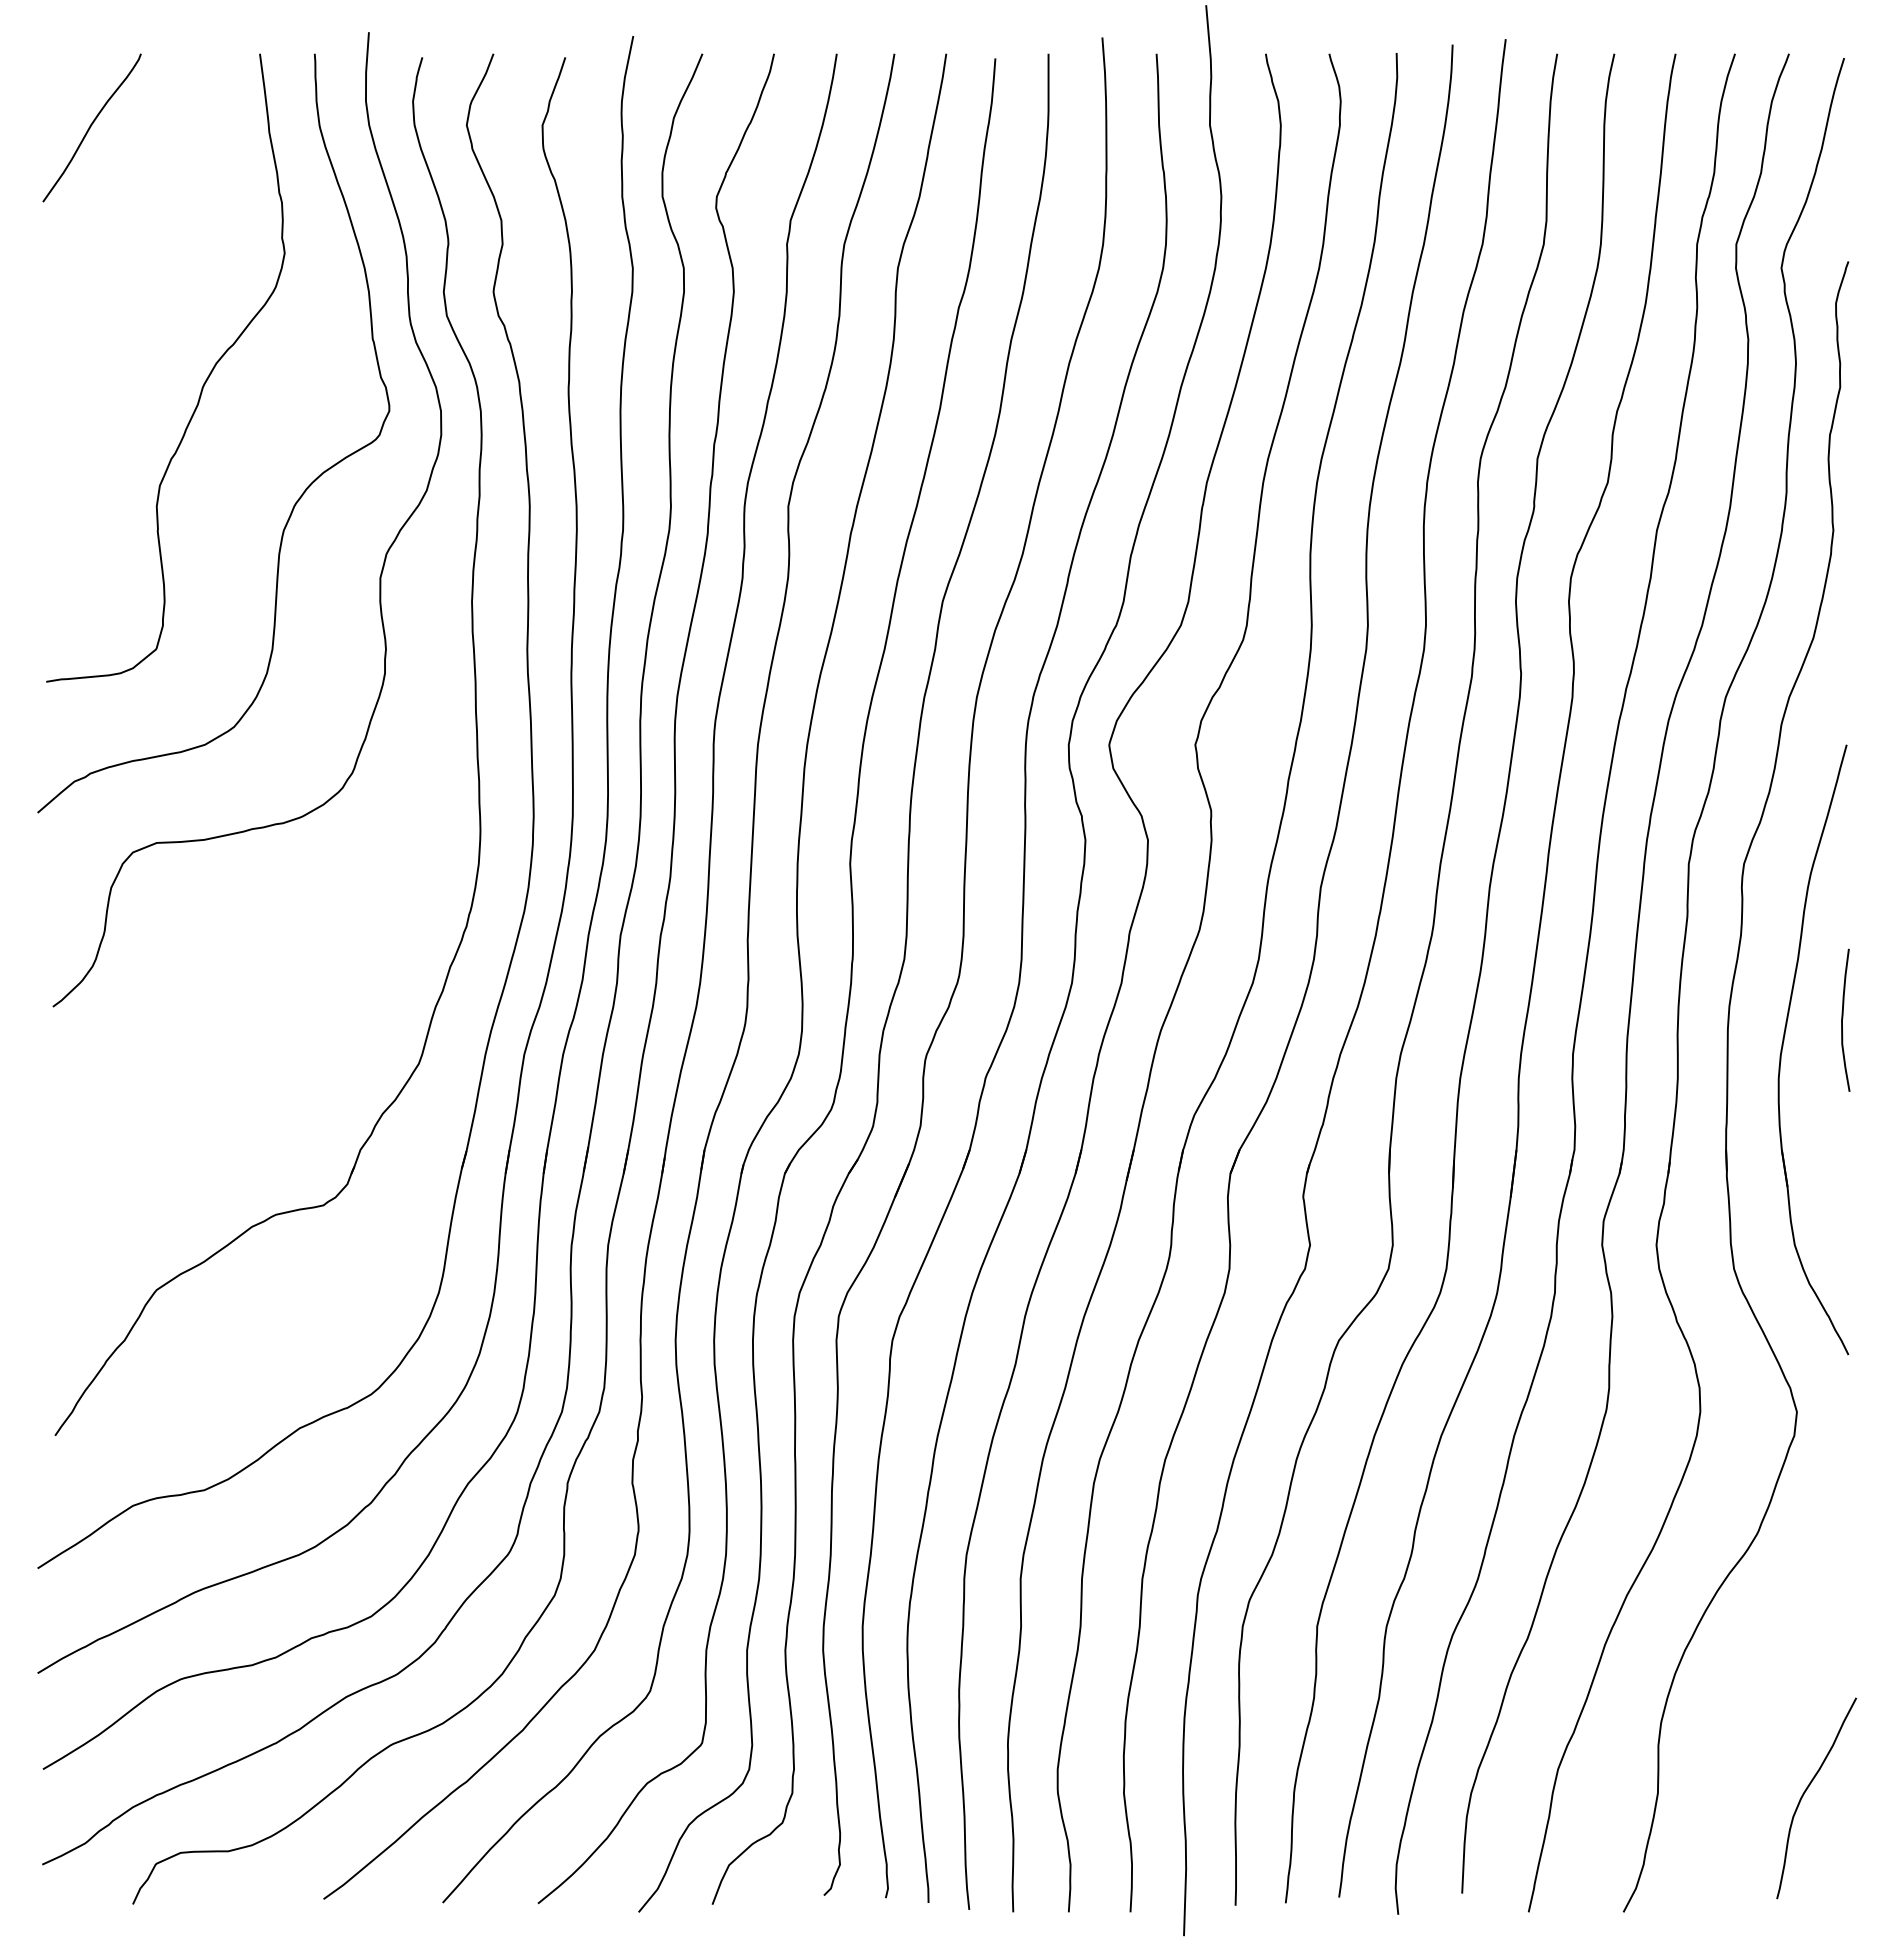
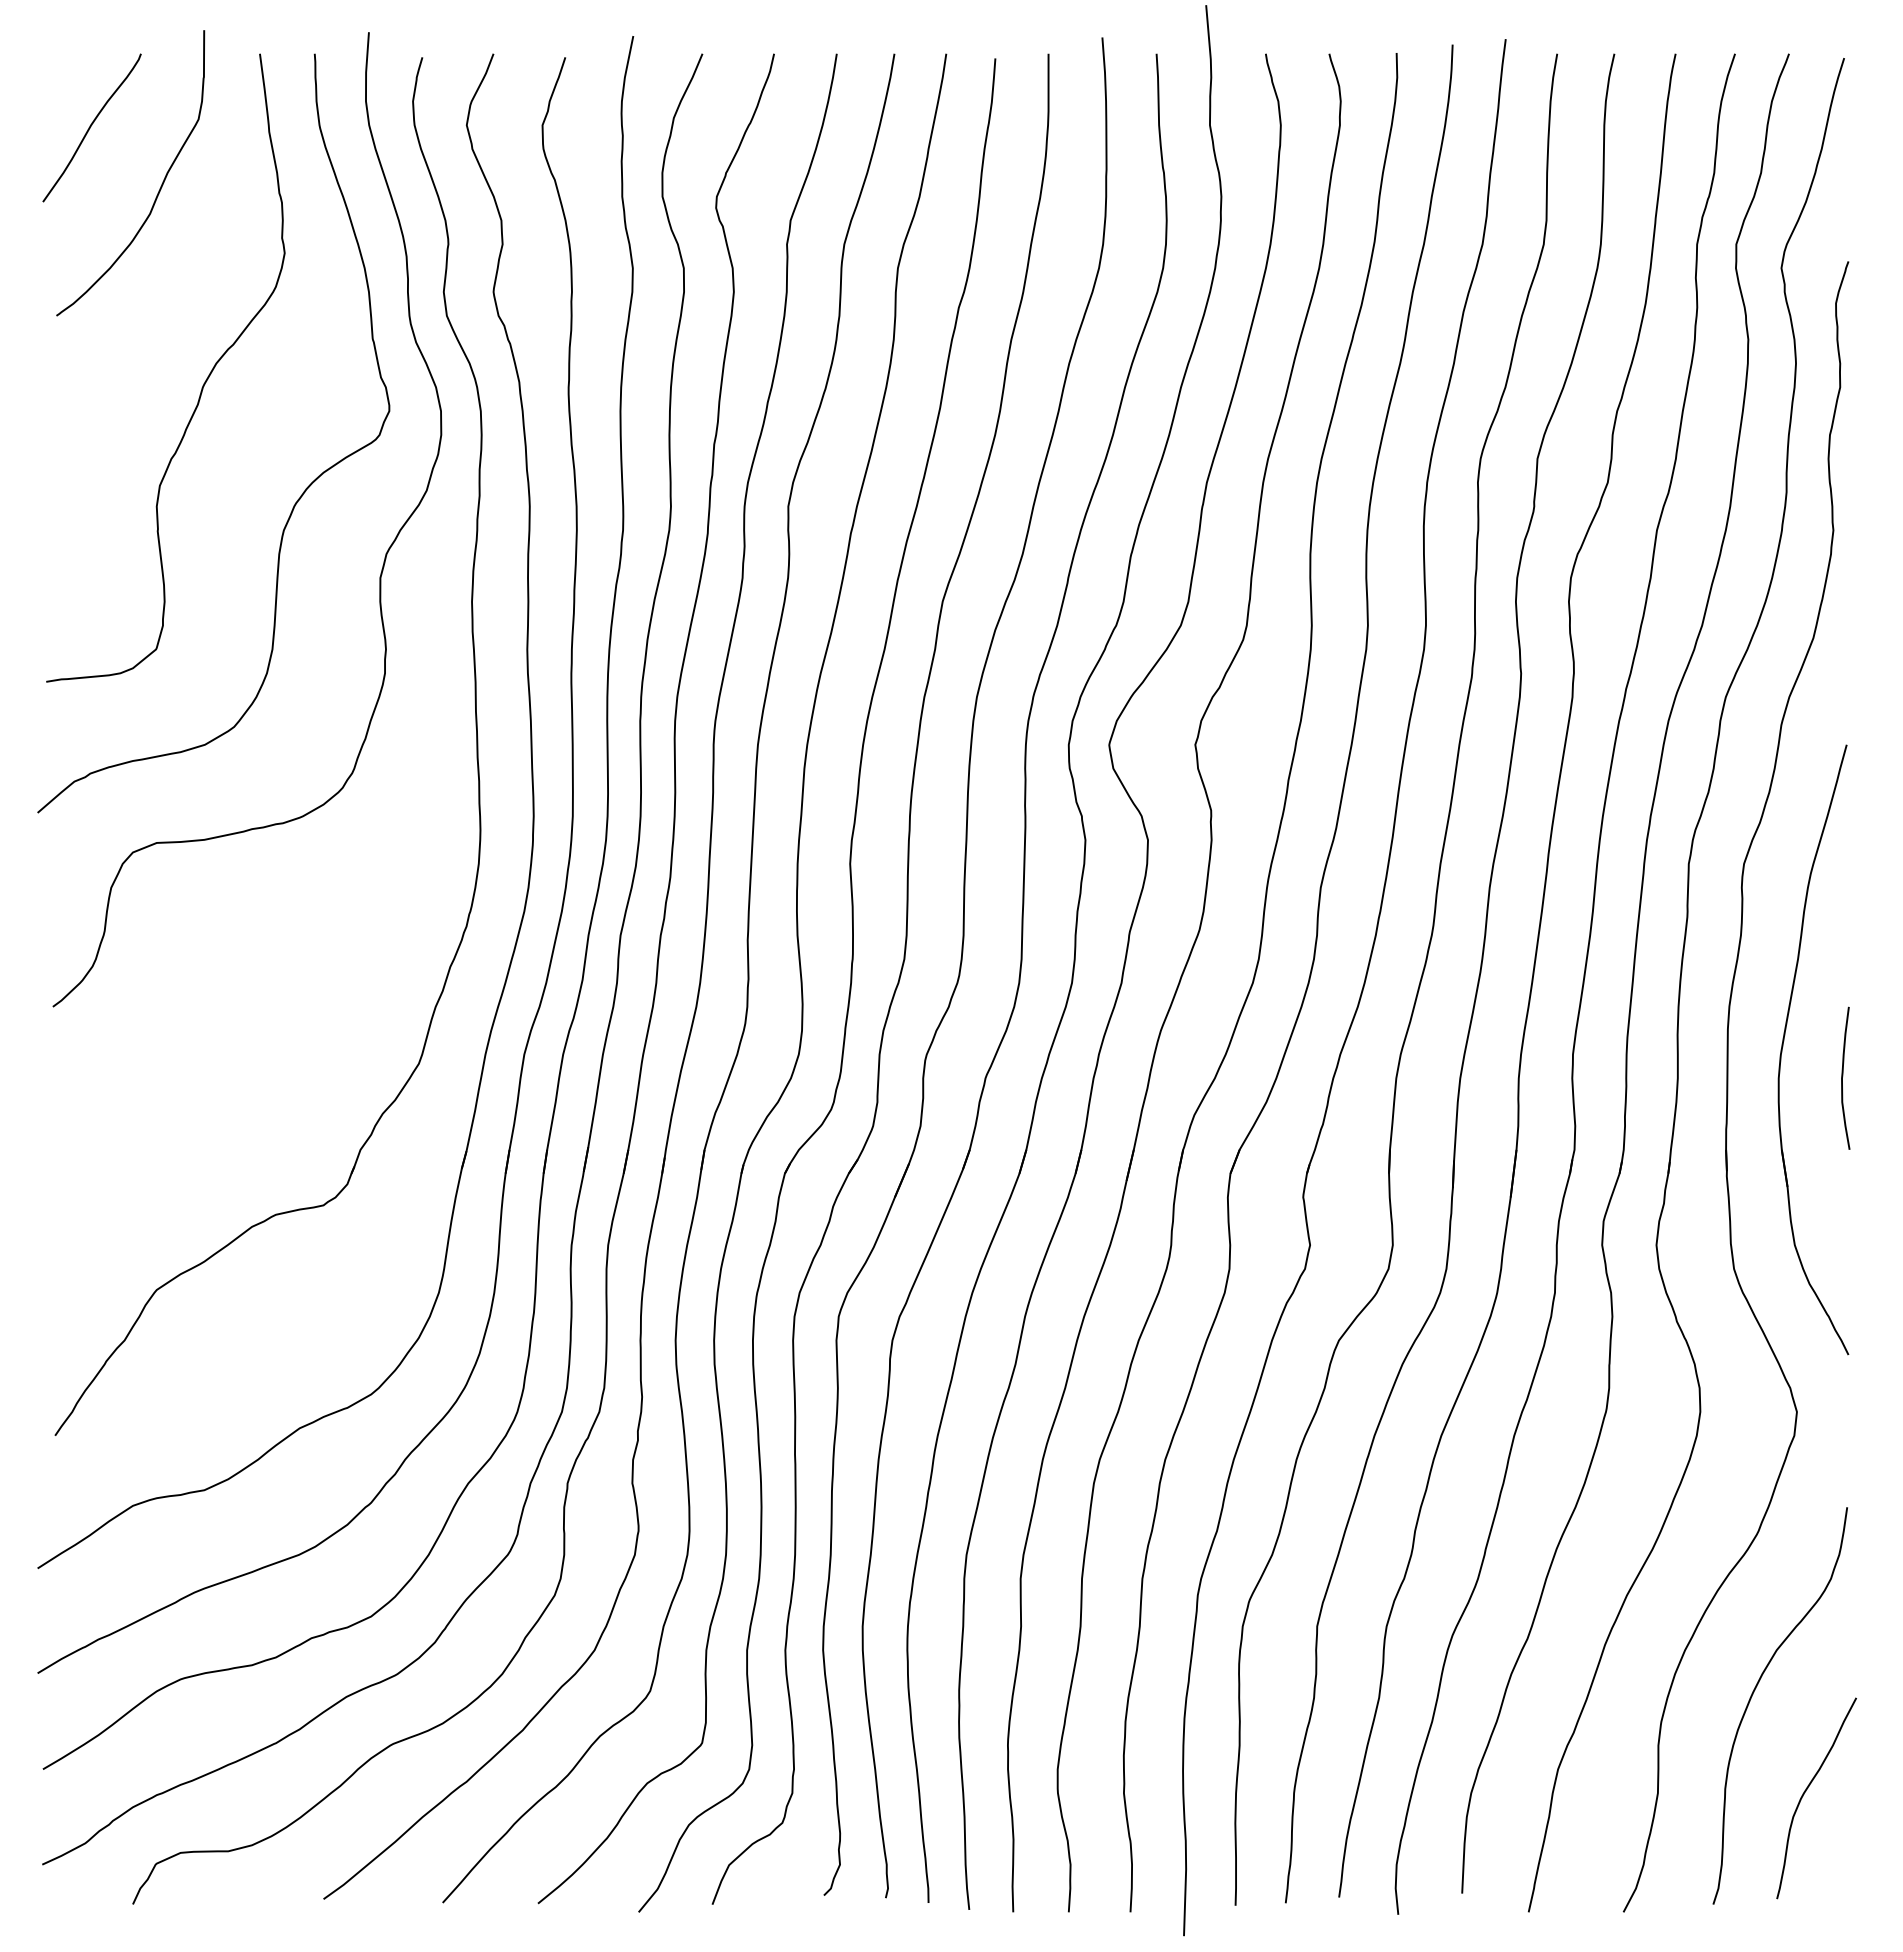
curve at (159, 188): none -> present
curve at (1843, 1018) position: (1843, 1018) -> (1843, 1076)
curve at (1754, 1692): none -> present
